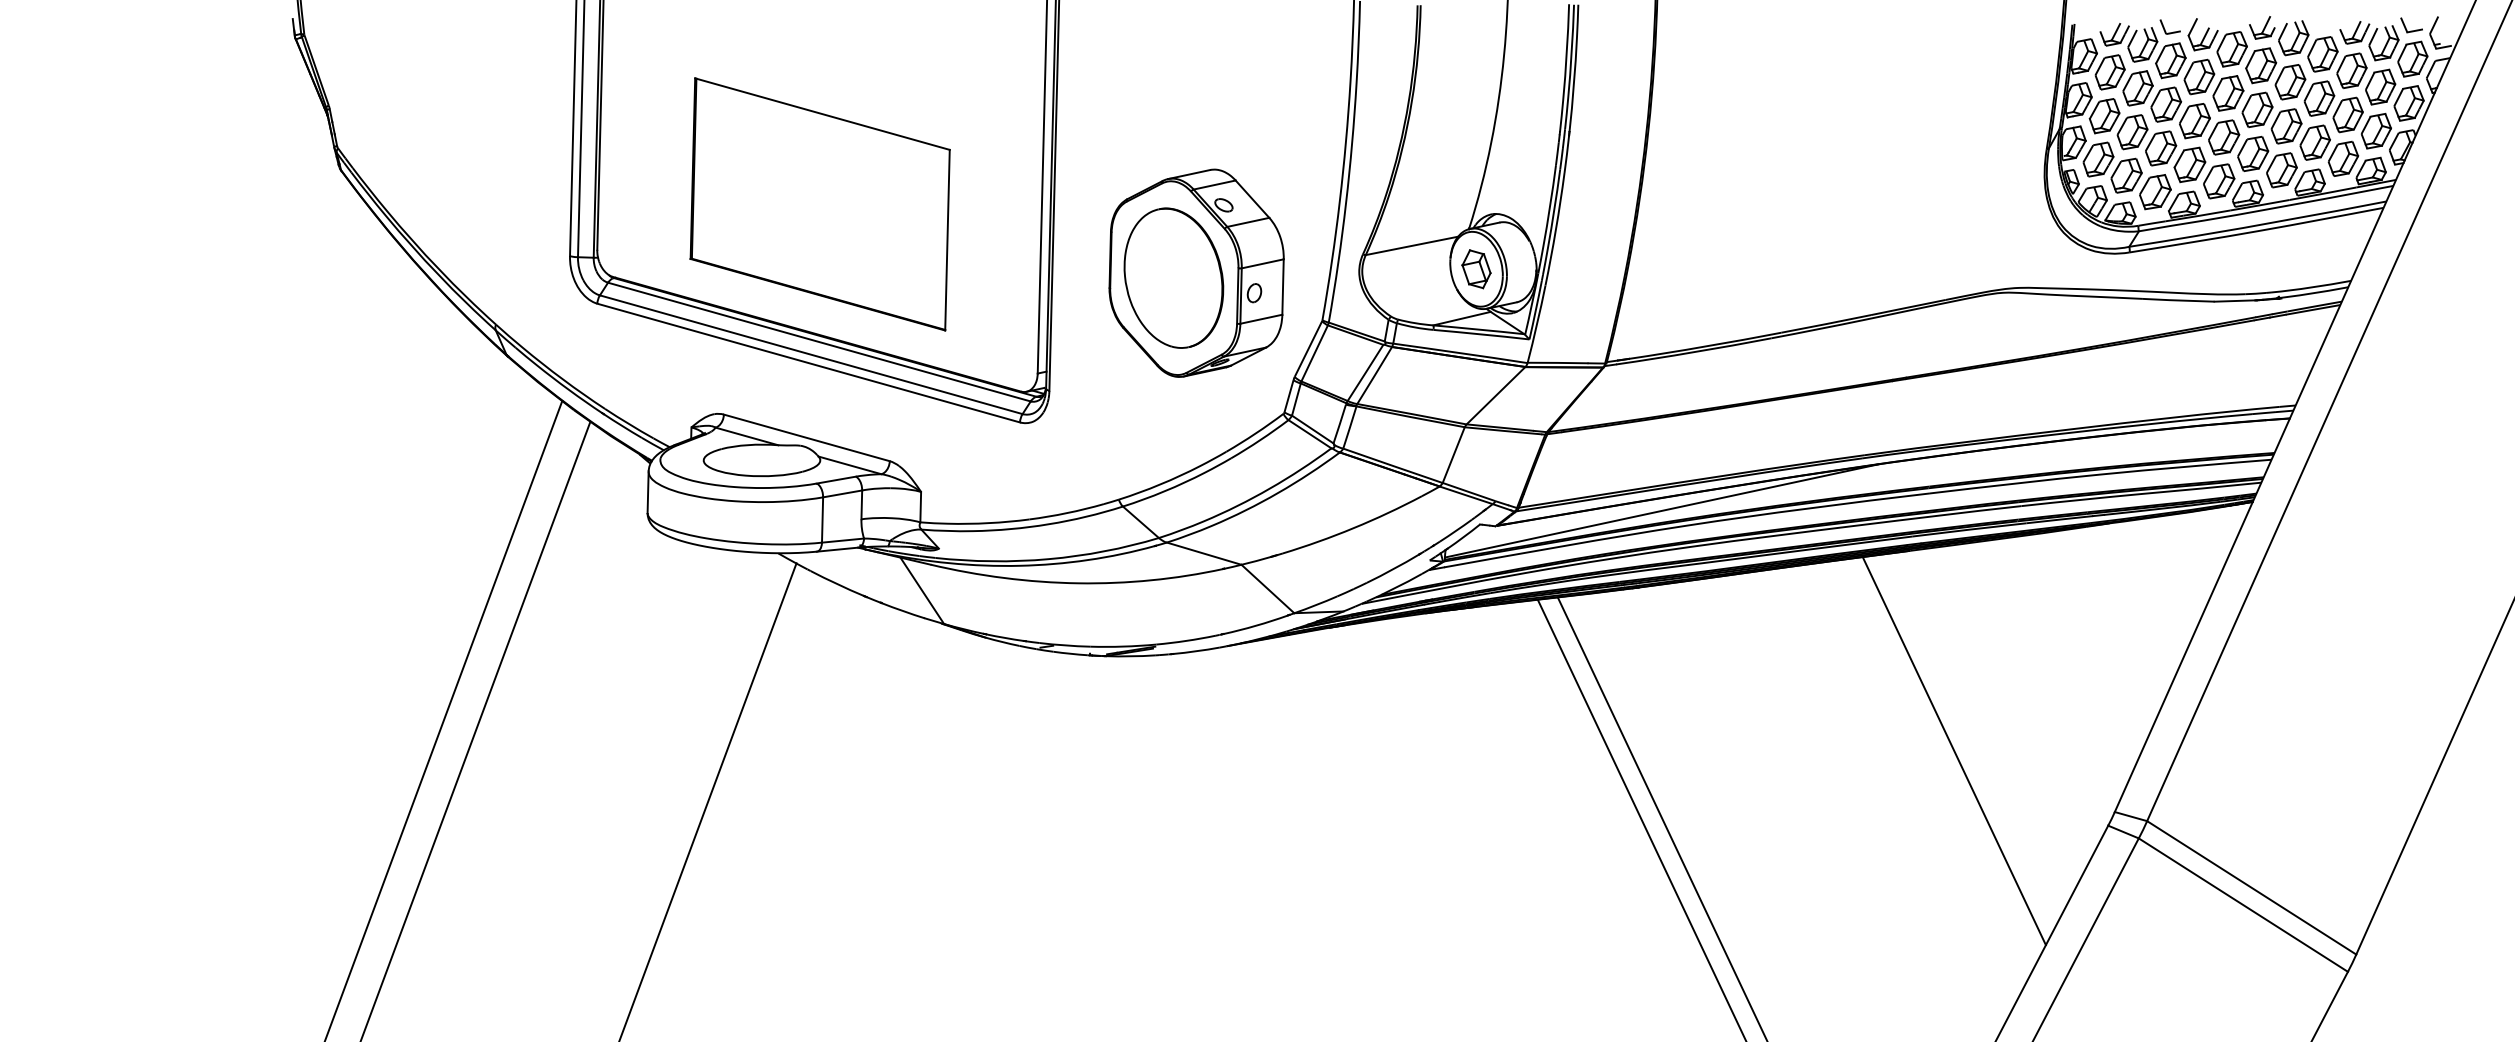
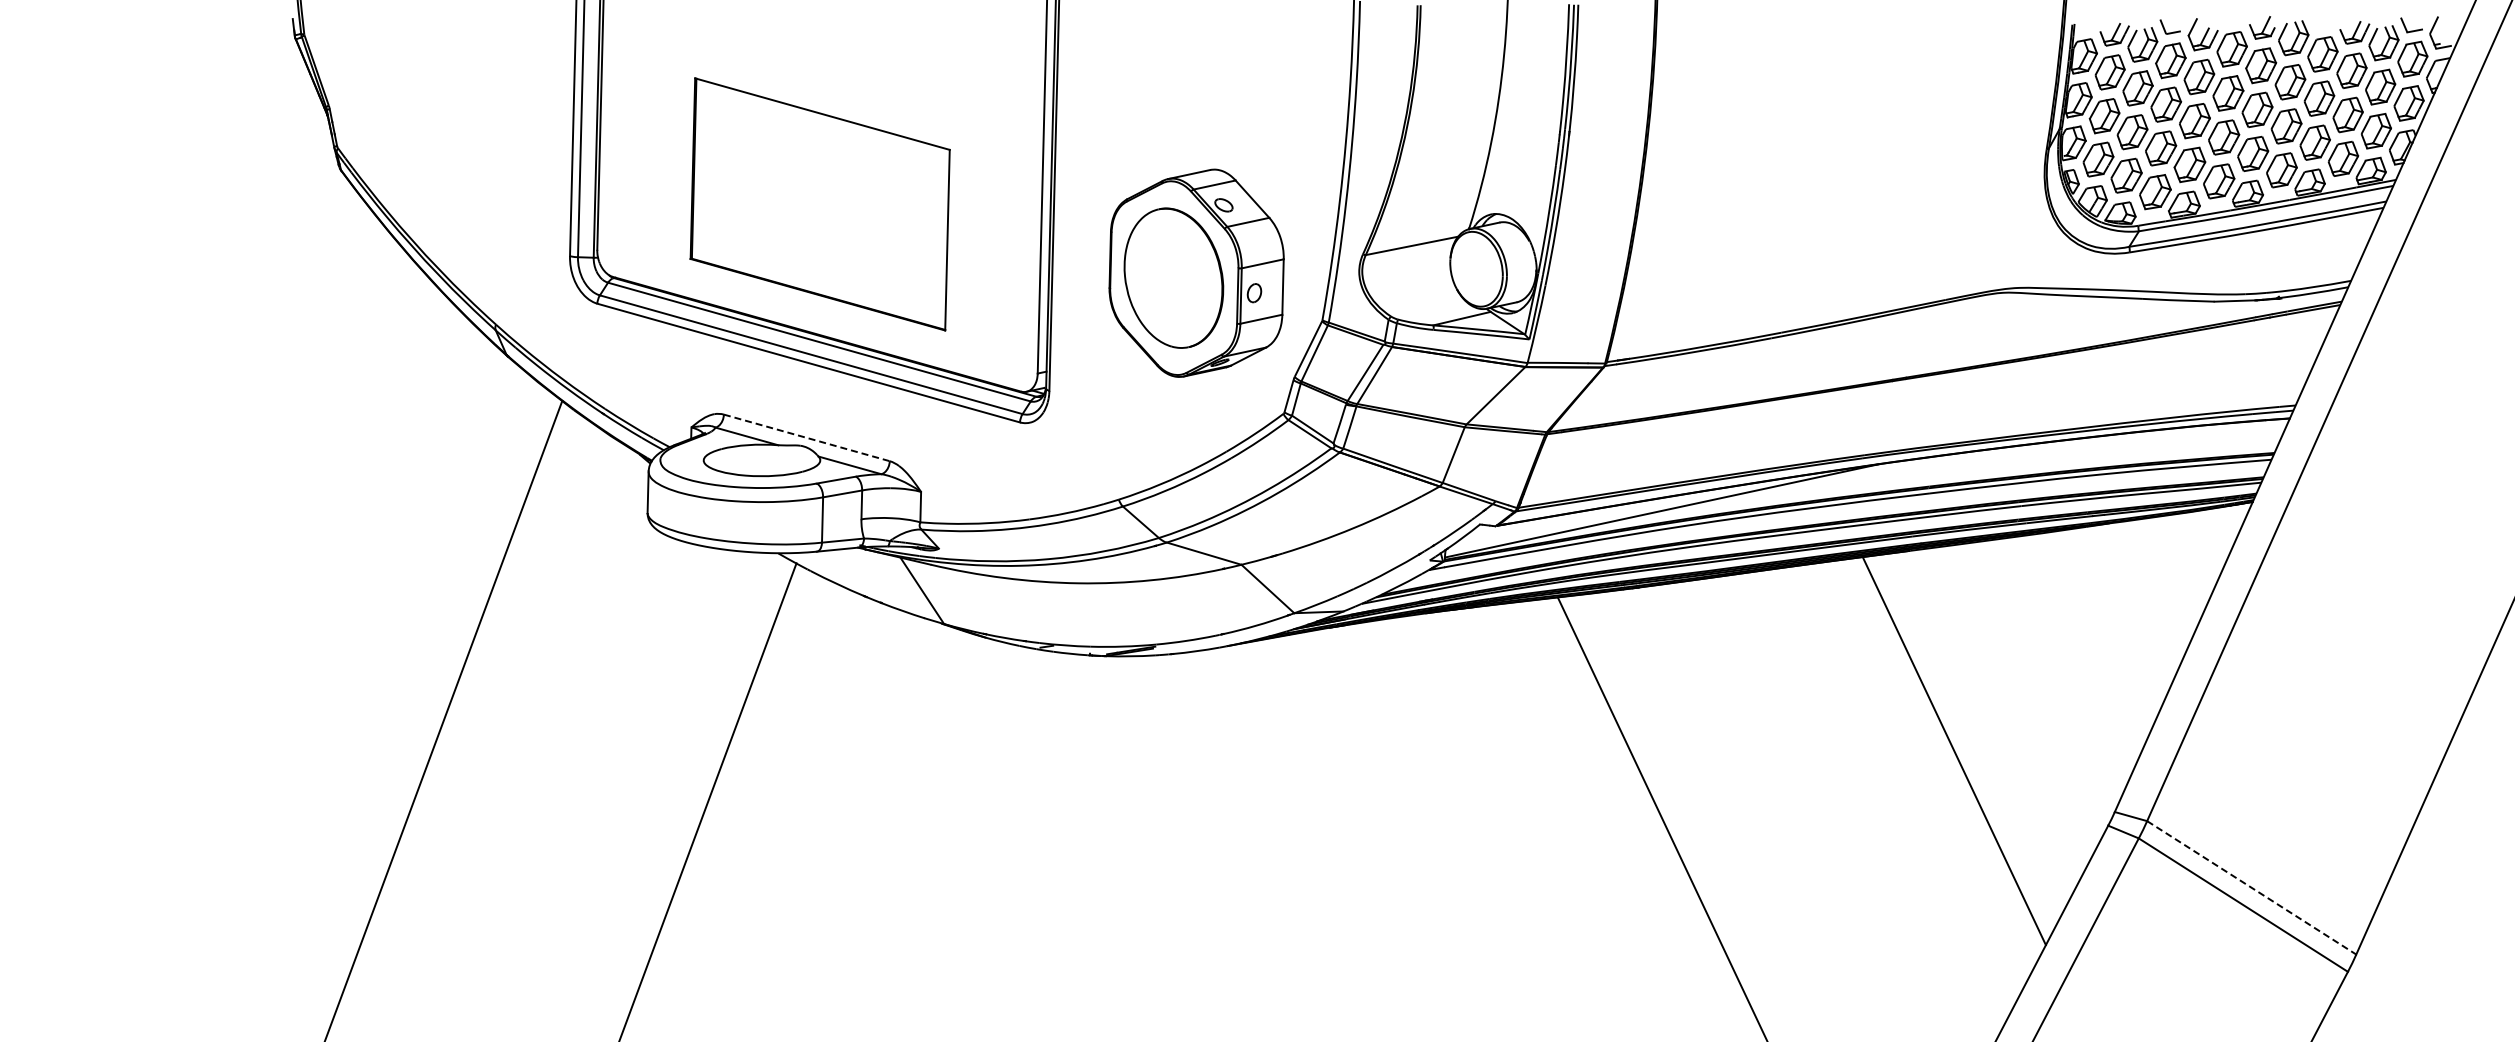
part at (1476, 269): present -> none
line at (807, 438): solid -> dashed
line at (475, 729): present -> none
line at (1641, 818): present -> none
line at (2252, 888): solid -> dashed
